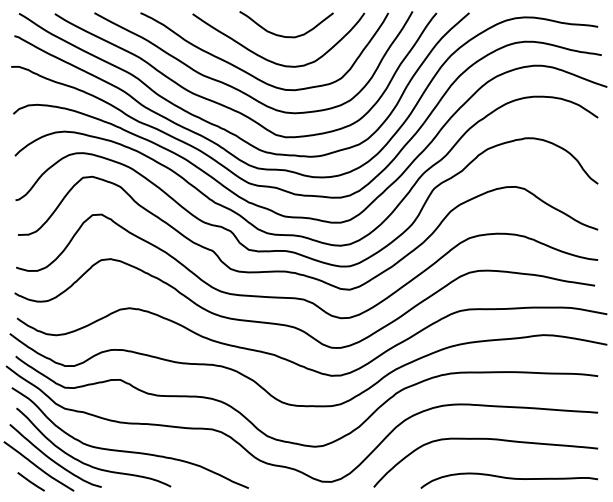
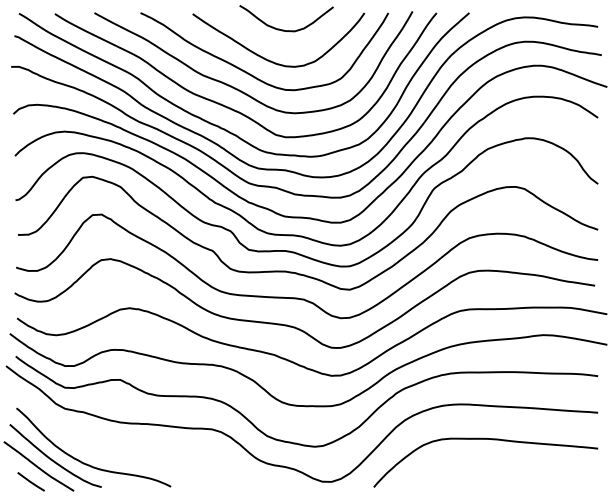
curve at (284, 35) position: (284, 35) -> (284, 29)
curve at (127, 450): present -> none
curve at (509, 479): present -> none
